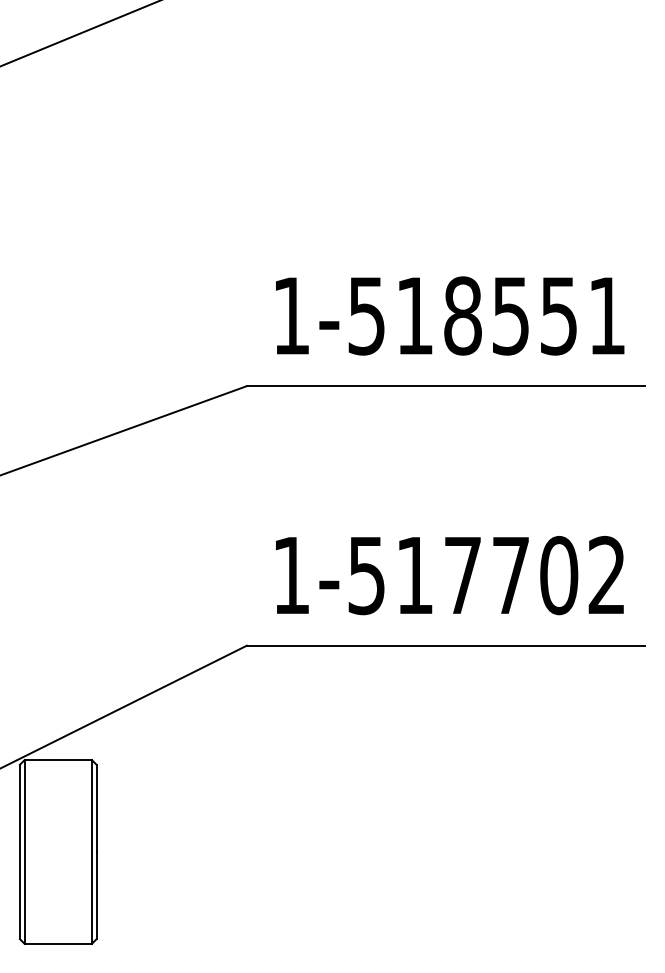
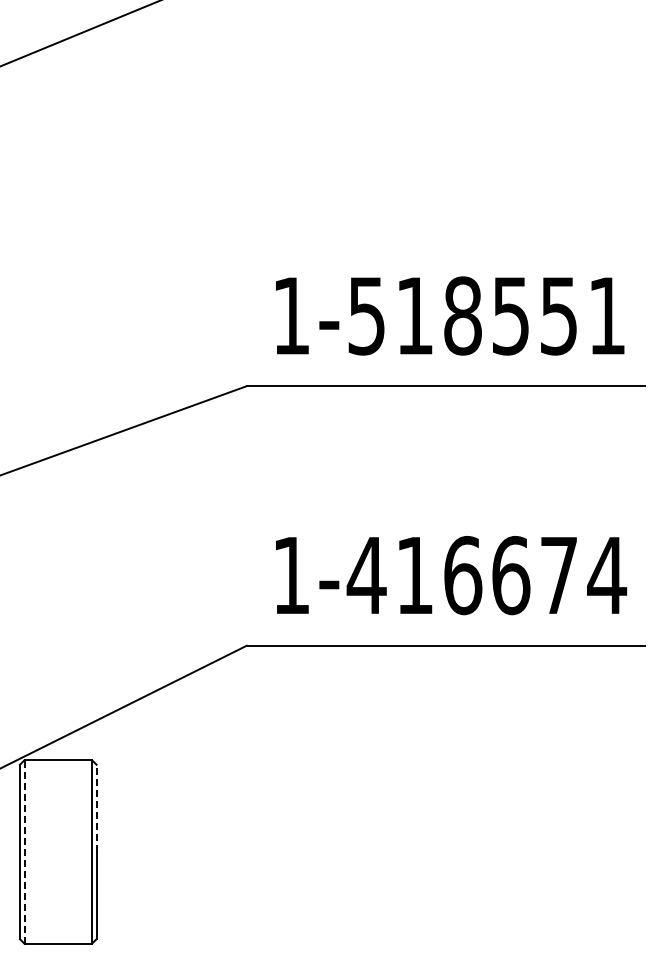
text at (486, 575): 1-517702 -> 1-416674
line at (96, 808): solid -> dashed
line at (24, 851): solid -> dashed
